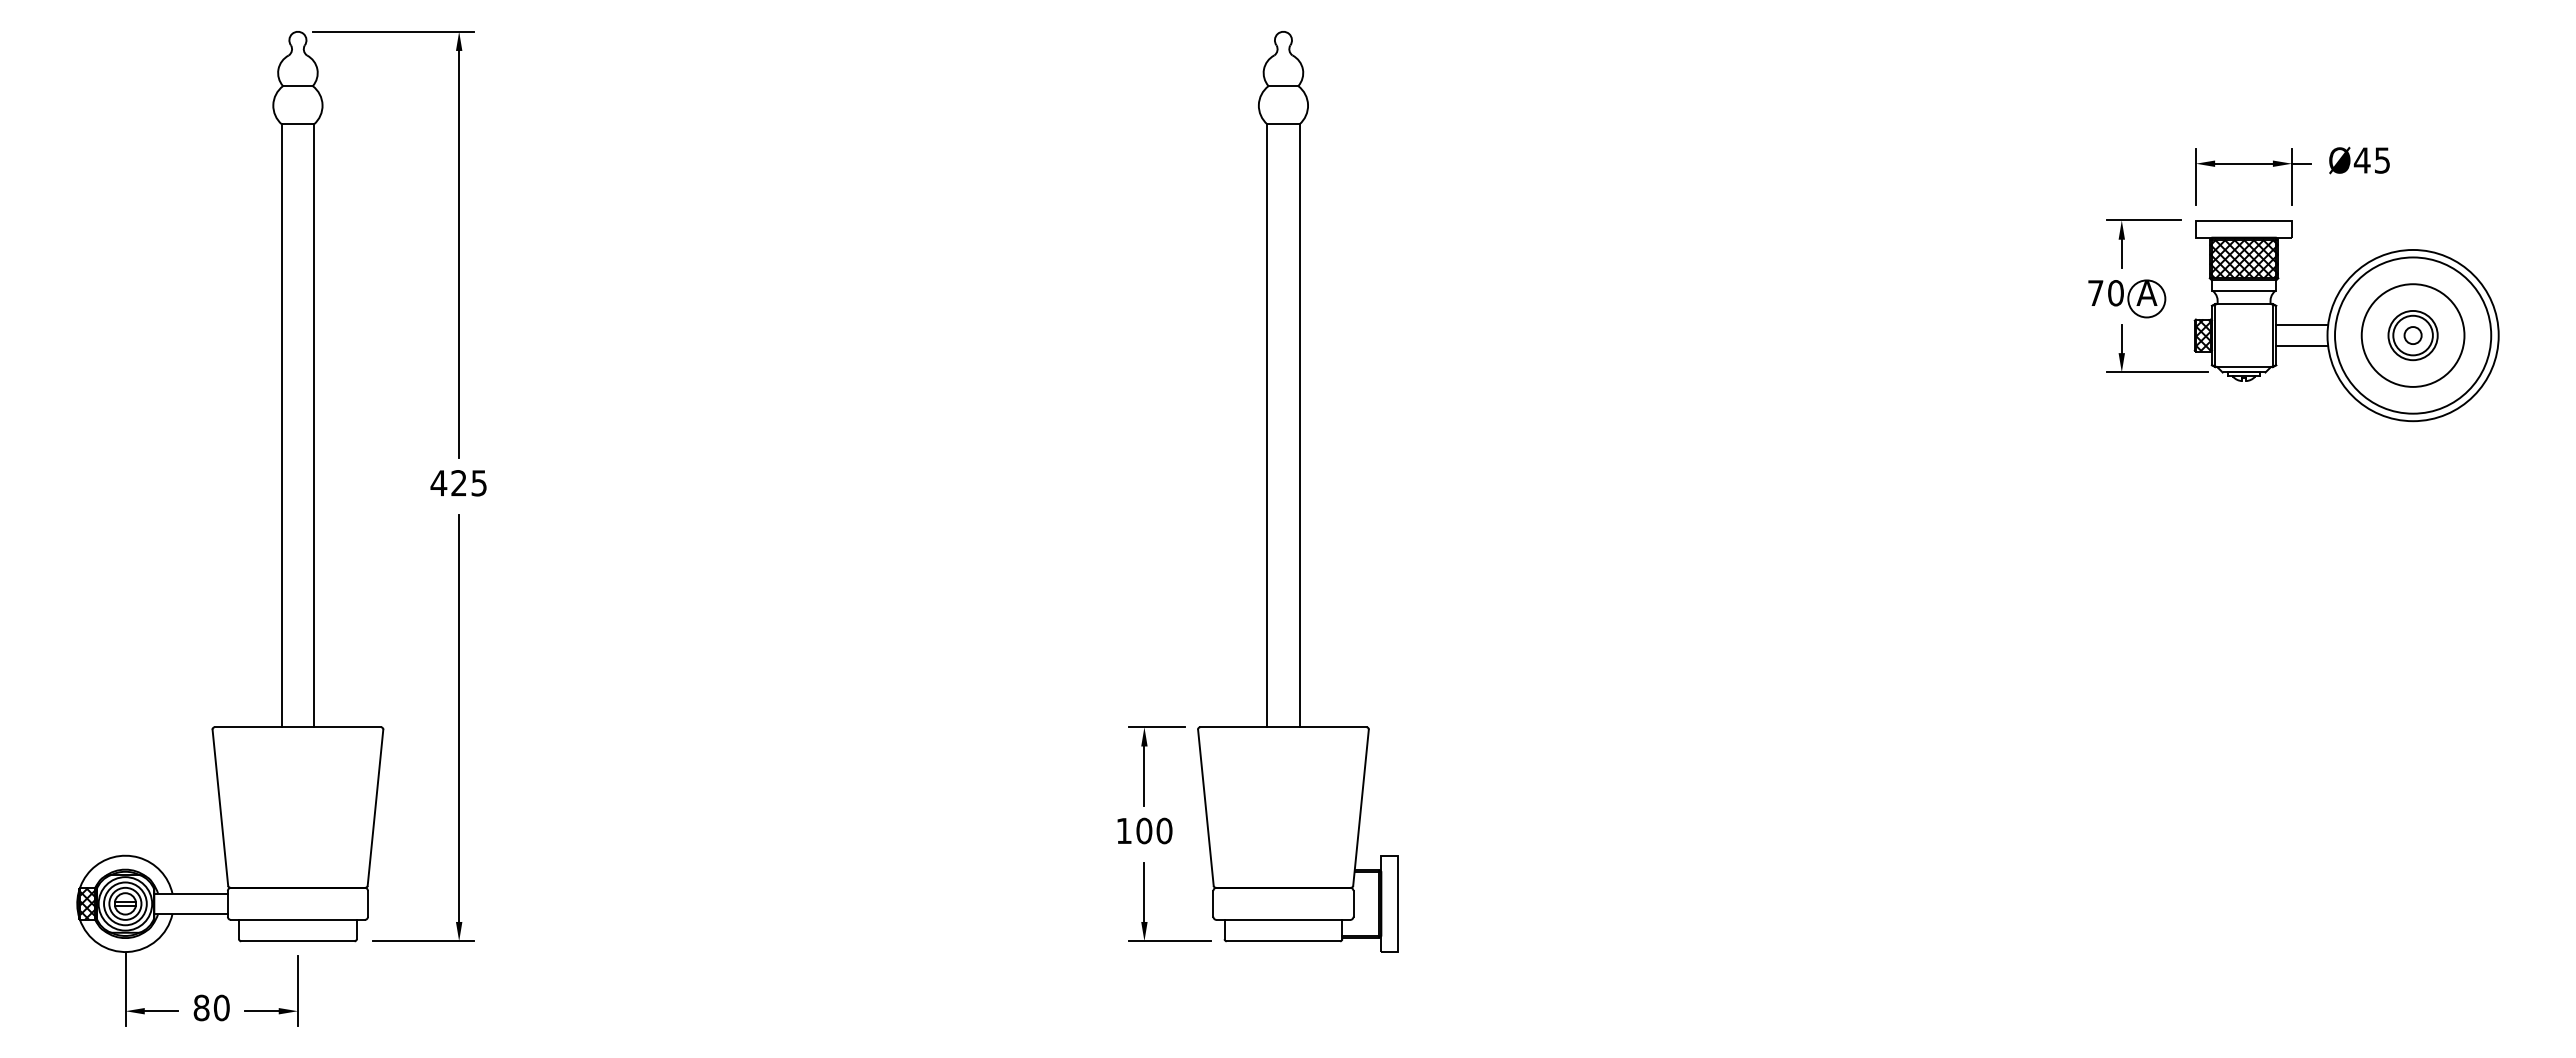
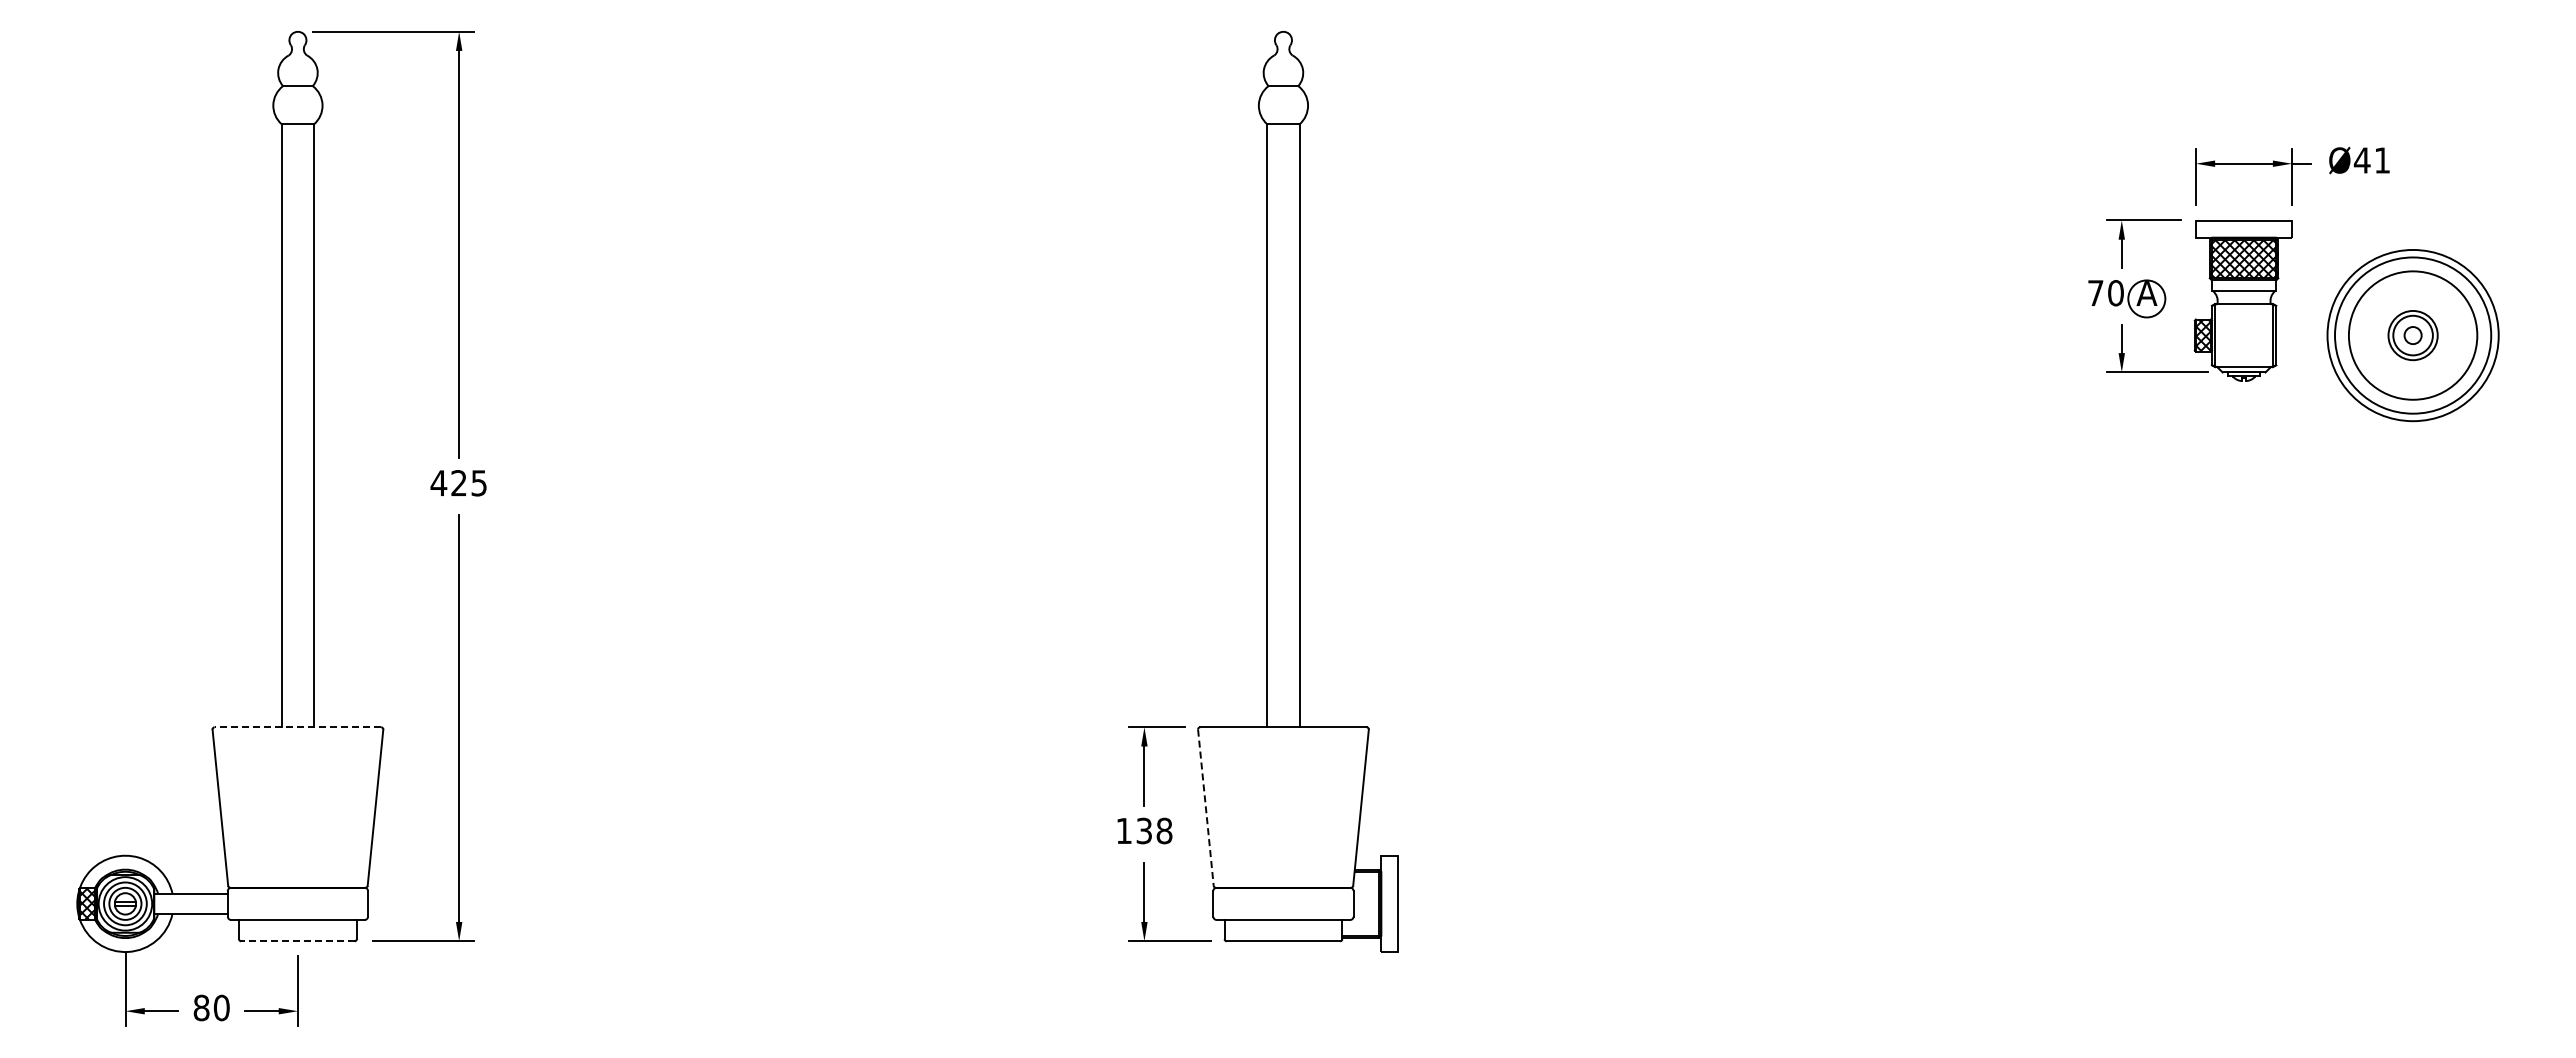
text at (2382, 160): Ø45 -> Ø41
line at (2302, 325): present -> none
circle at (2412, 335) diameter: 103 px -> 128 px
line at (2302, 345): present -> none
line at (297, 727): solid -> dashed
line at (1205, 807): solid -> dashed
text at (1154, 830): 100 -> 138
line at (297, 941): solid -> dashed
